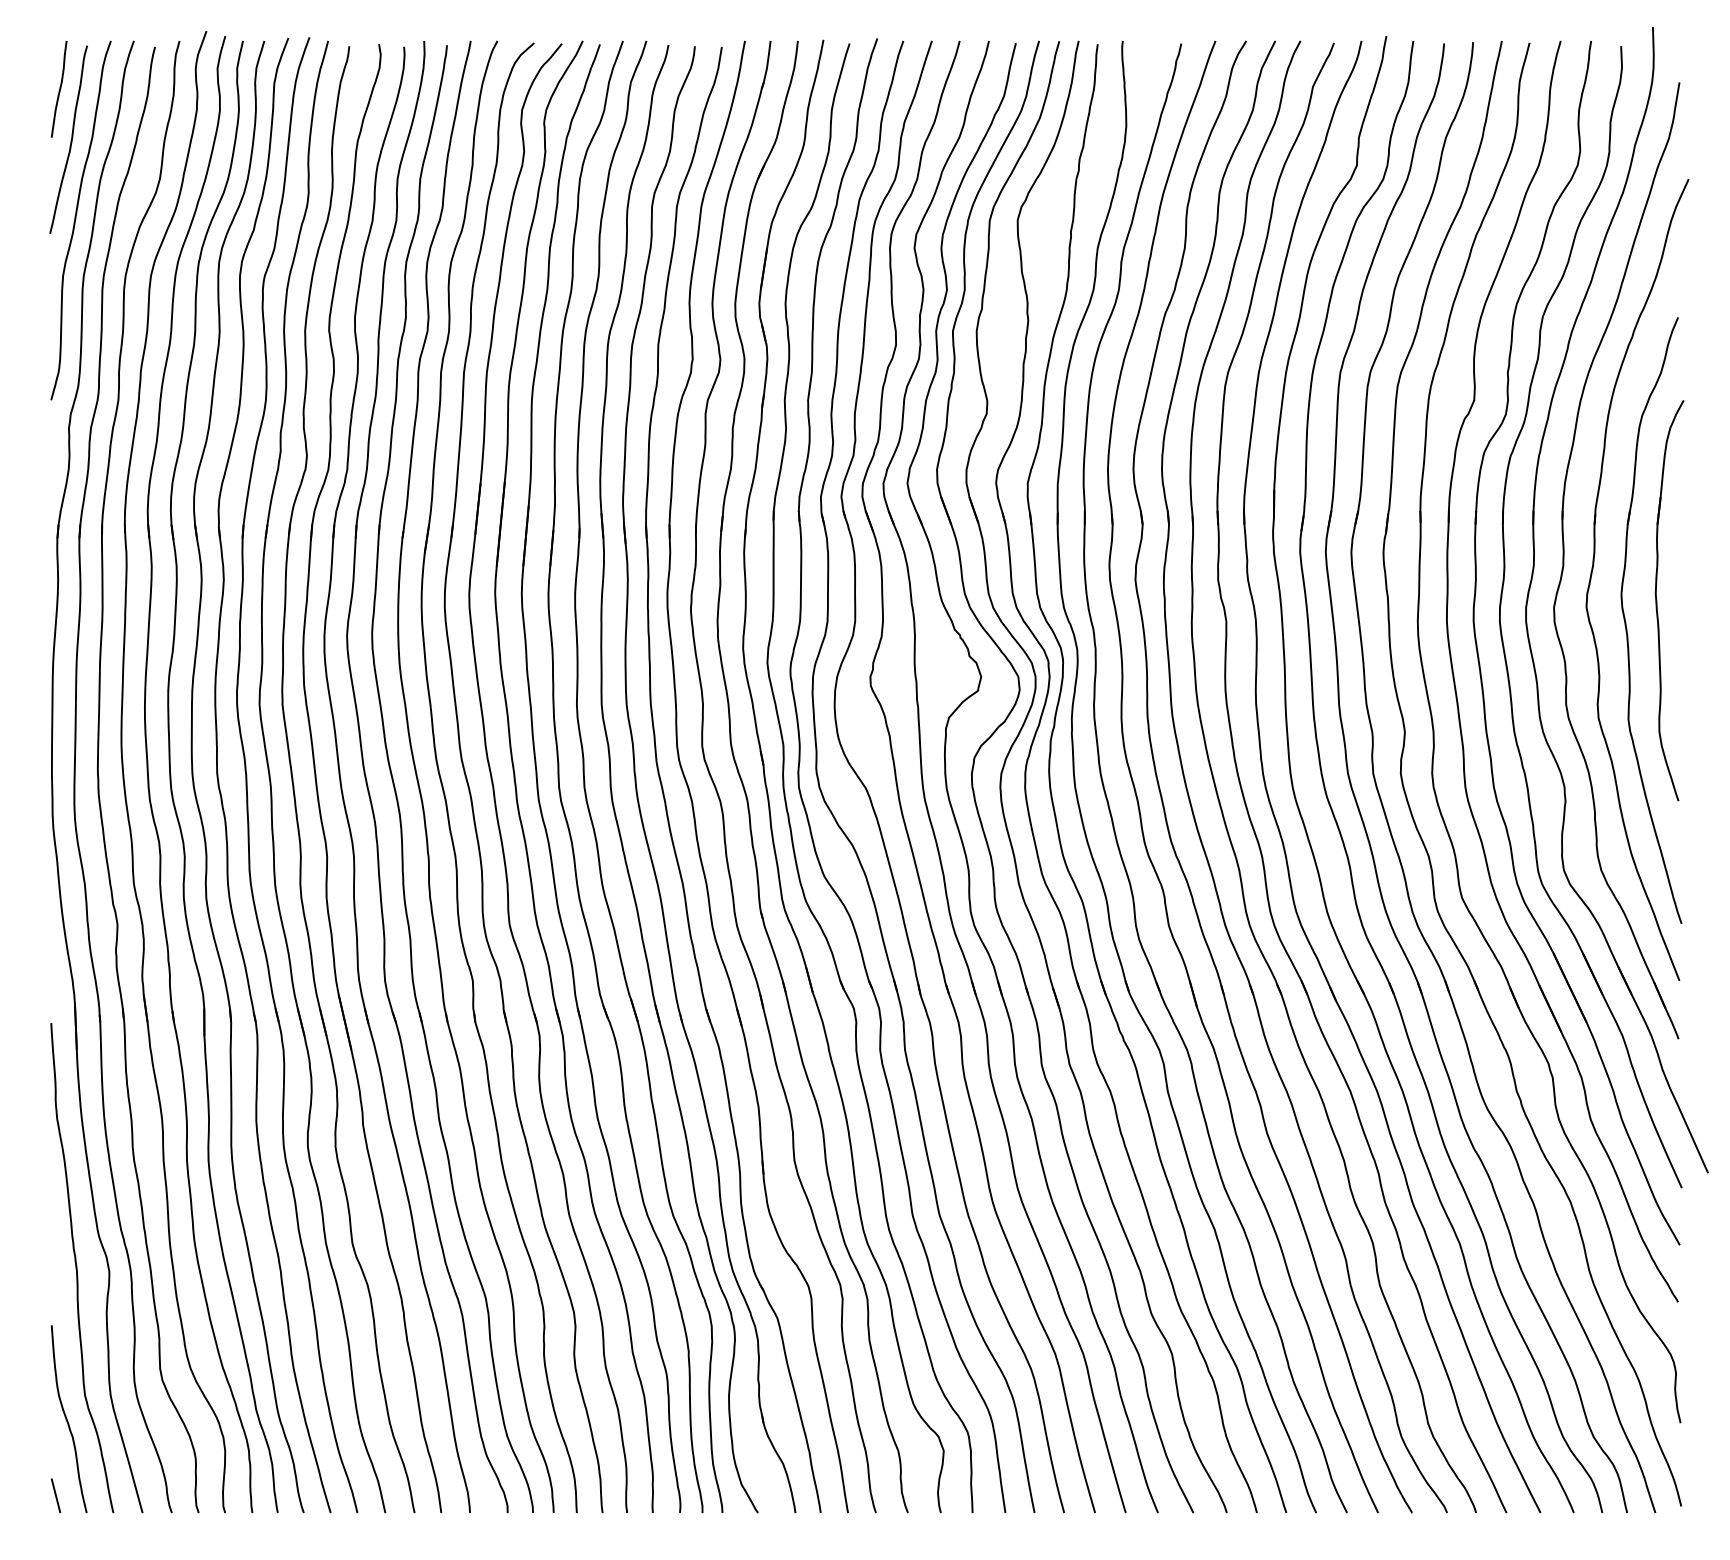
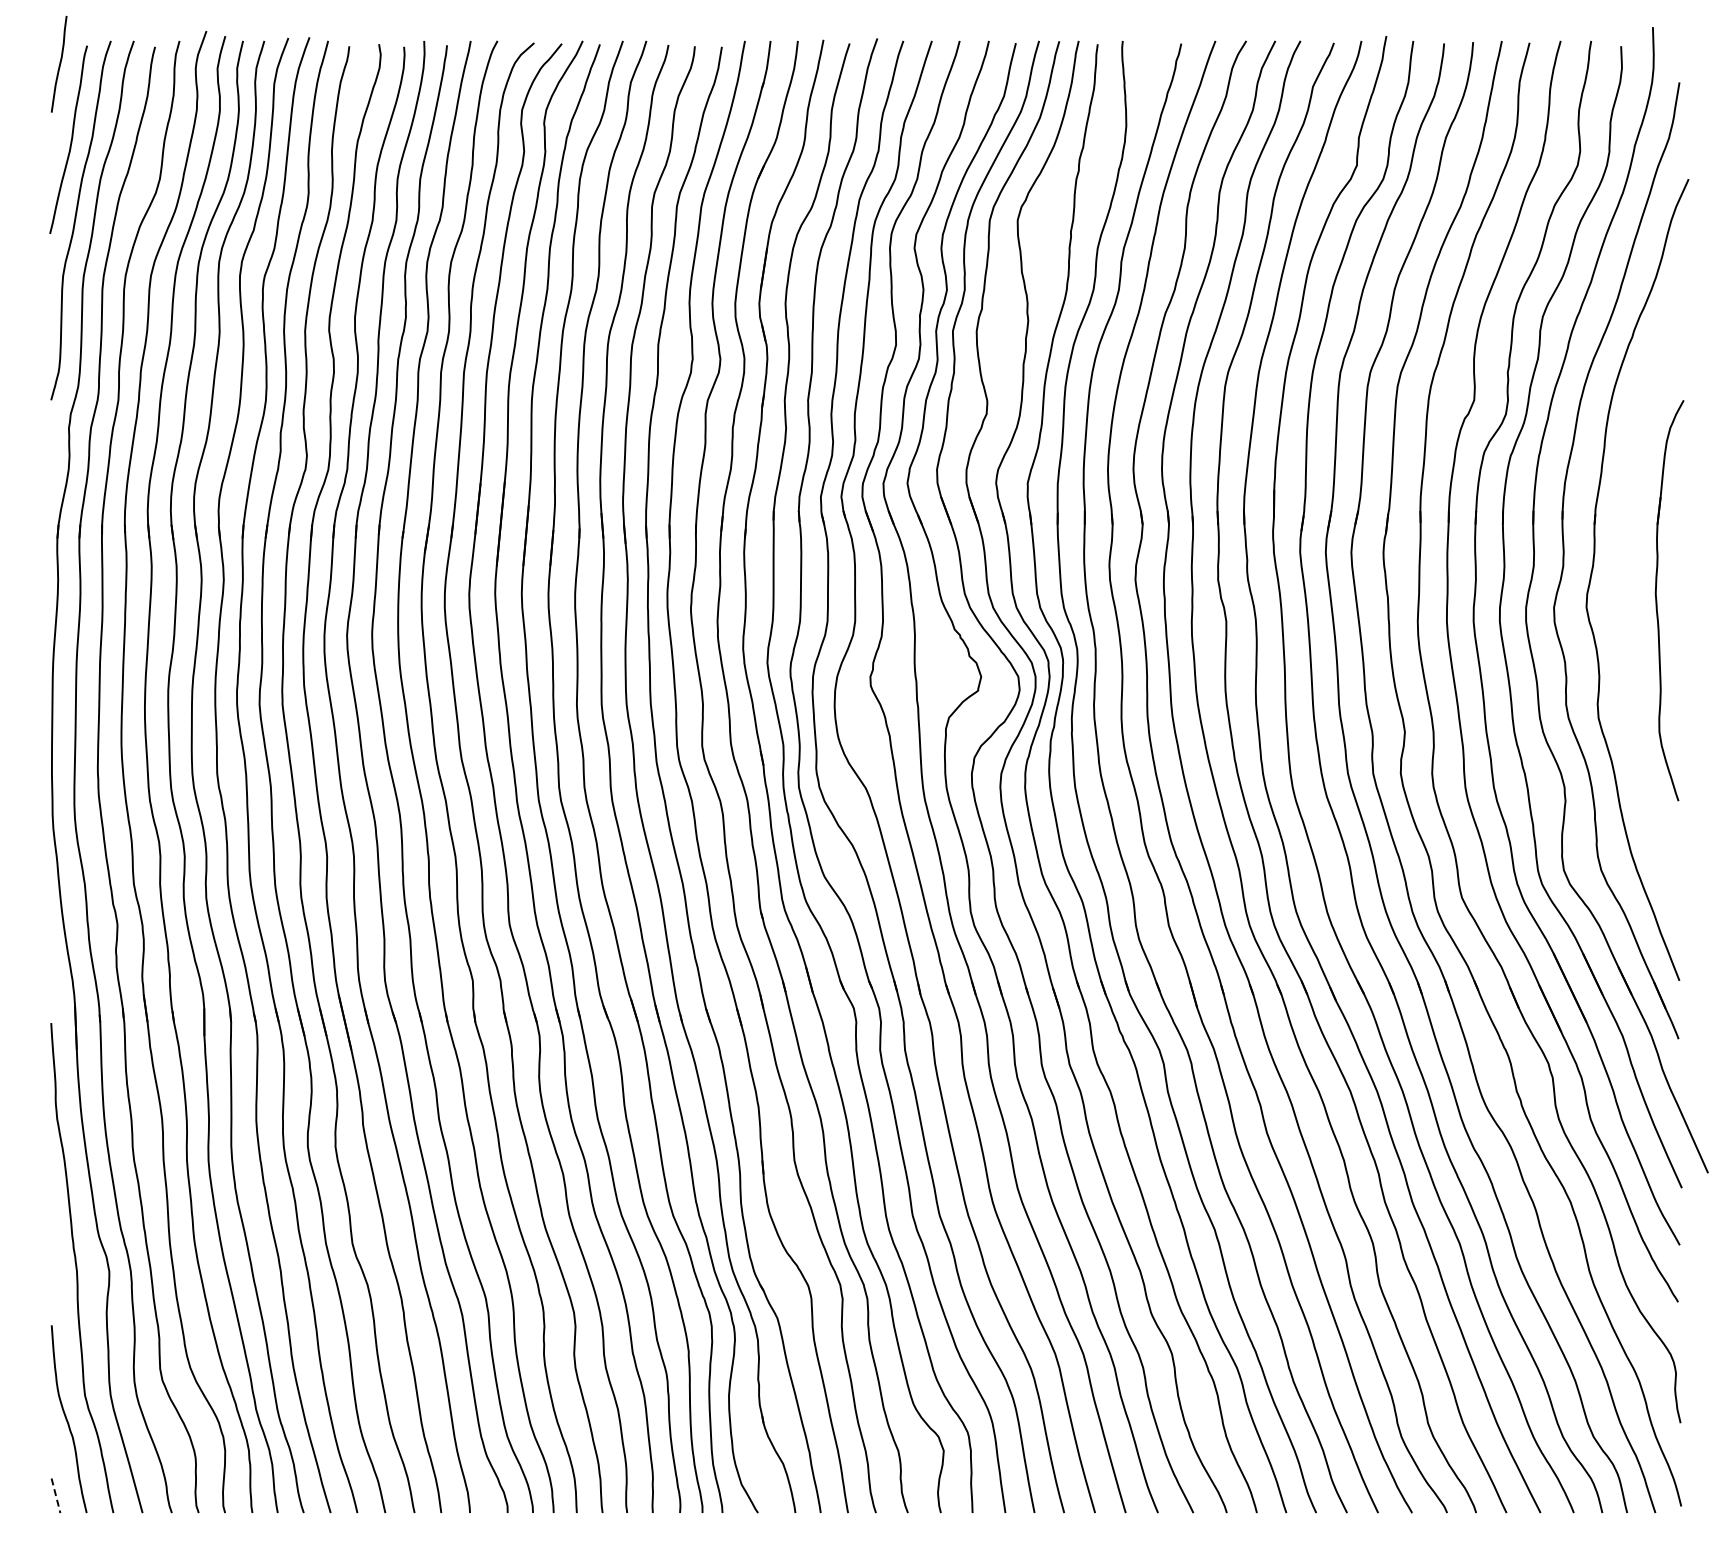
curve at (59, 89) position: (59, 89) -> (59, 64)
part at (1626, 622): present -> none
line at (56, 1496): solid -> dashed
